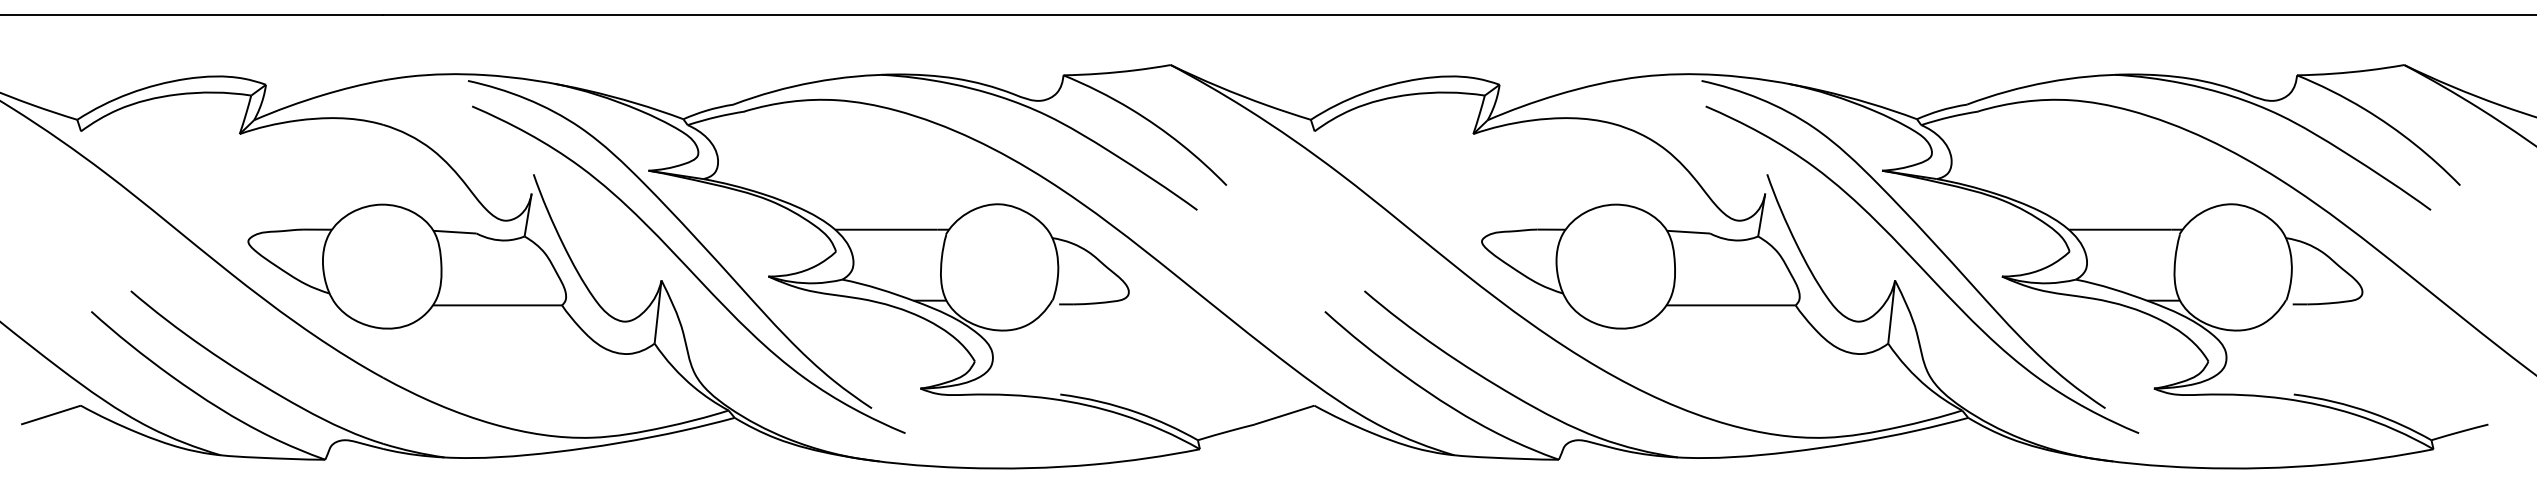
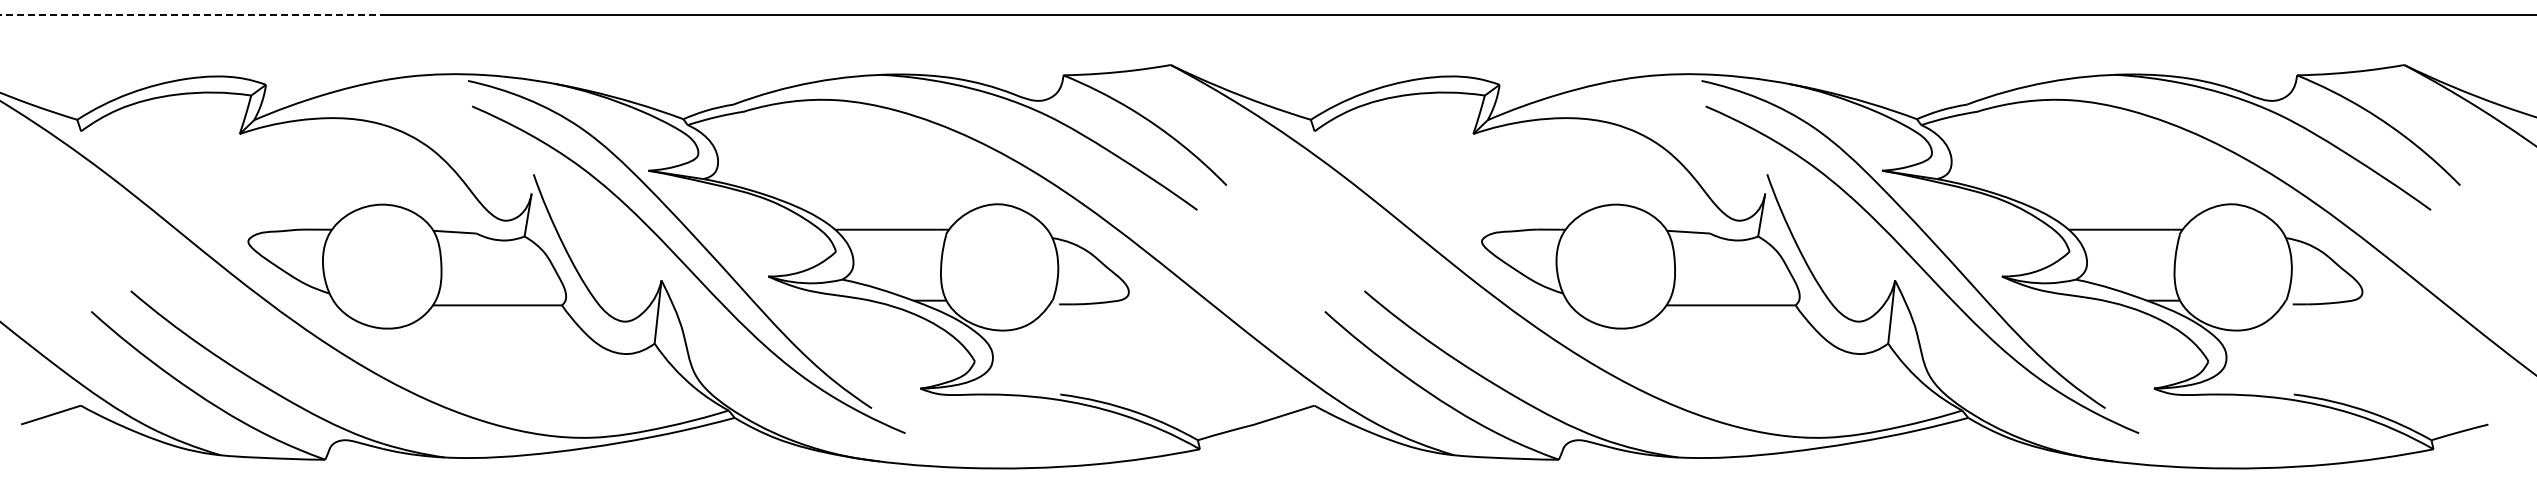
line at (192, 14): solid -> dashed
